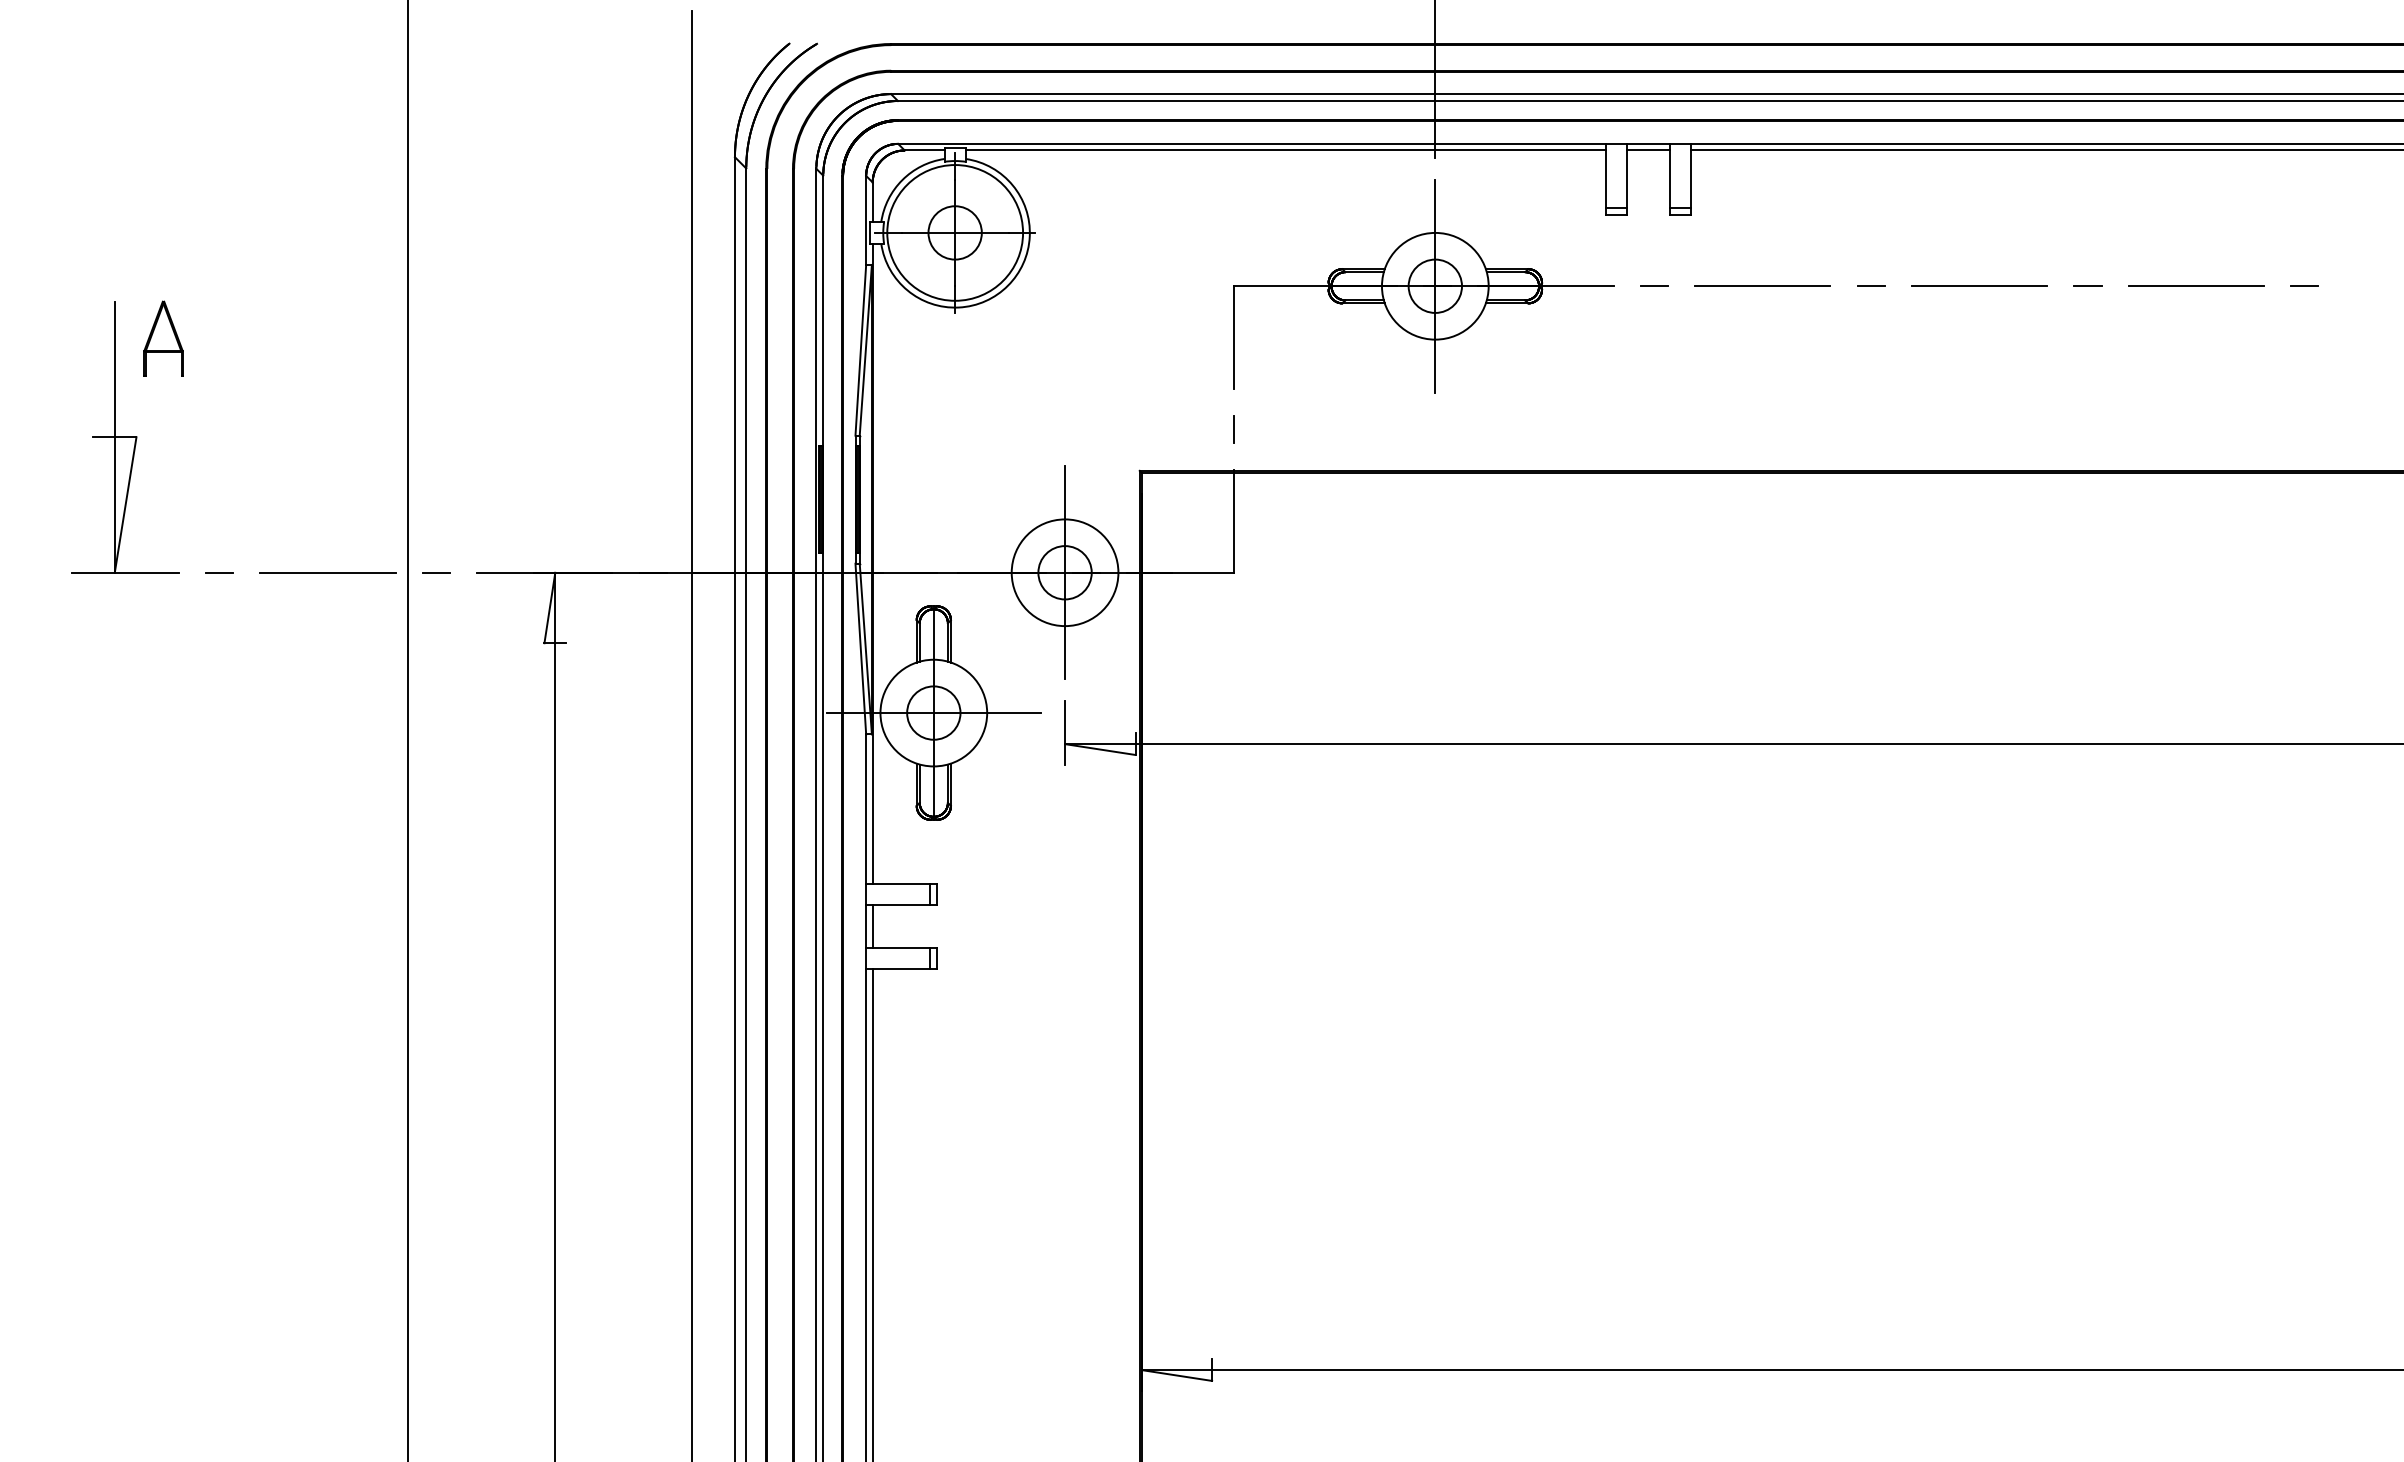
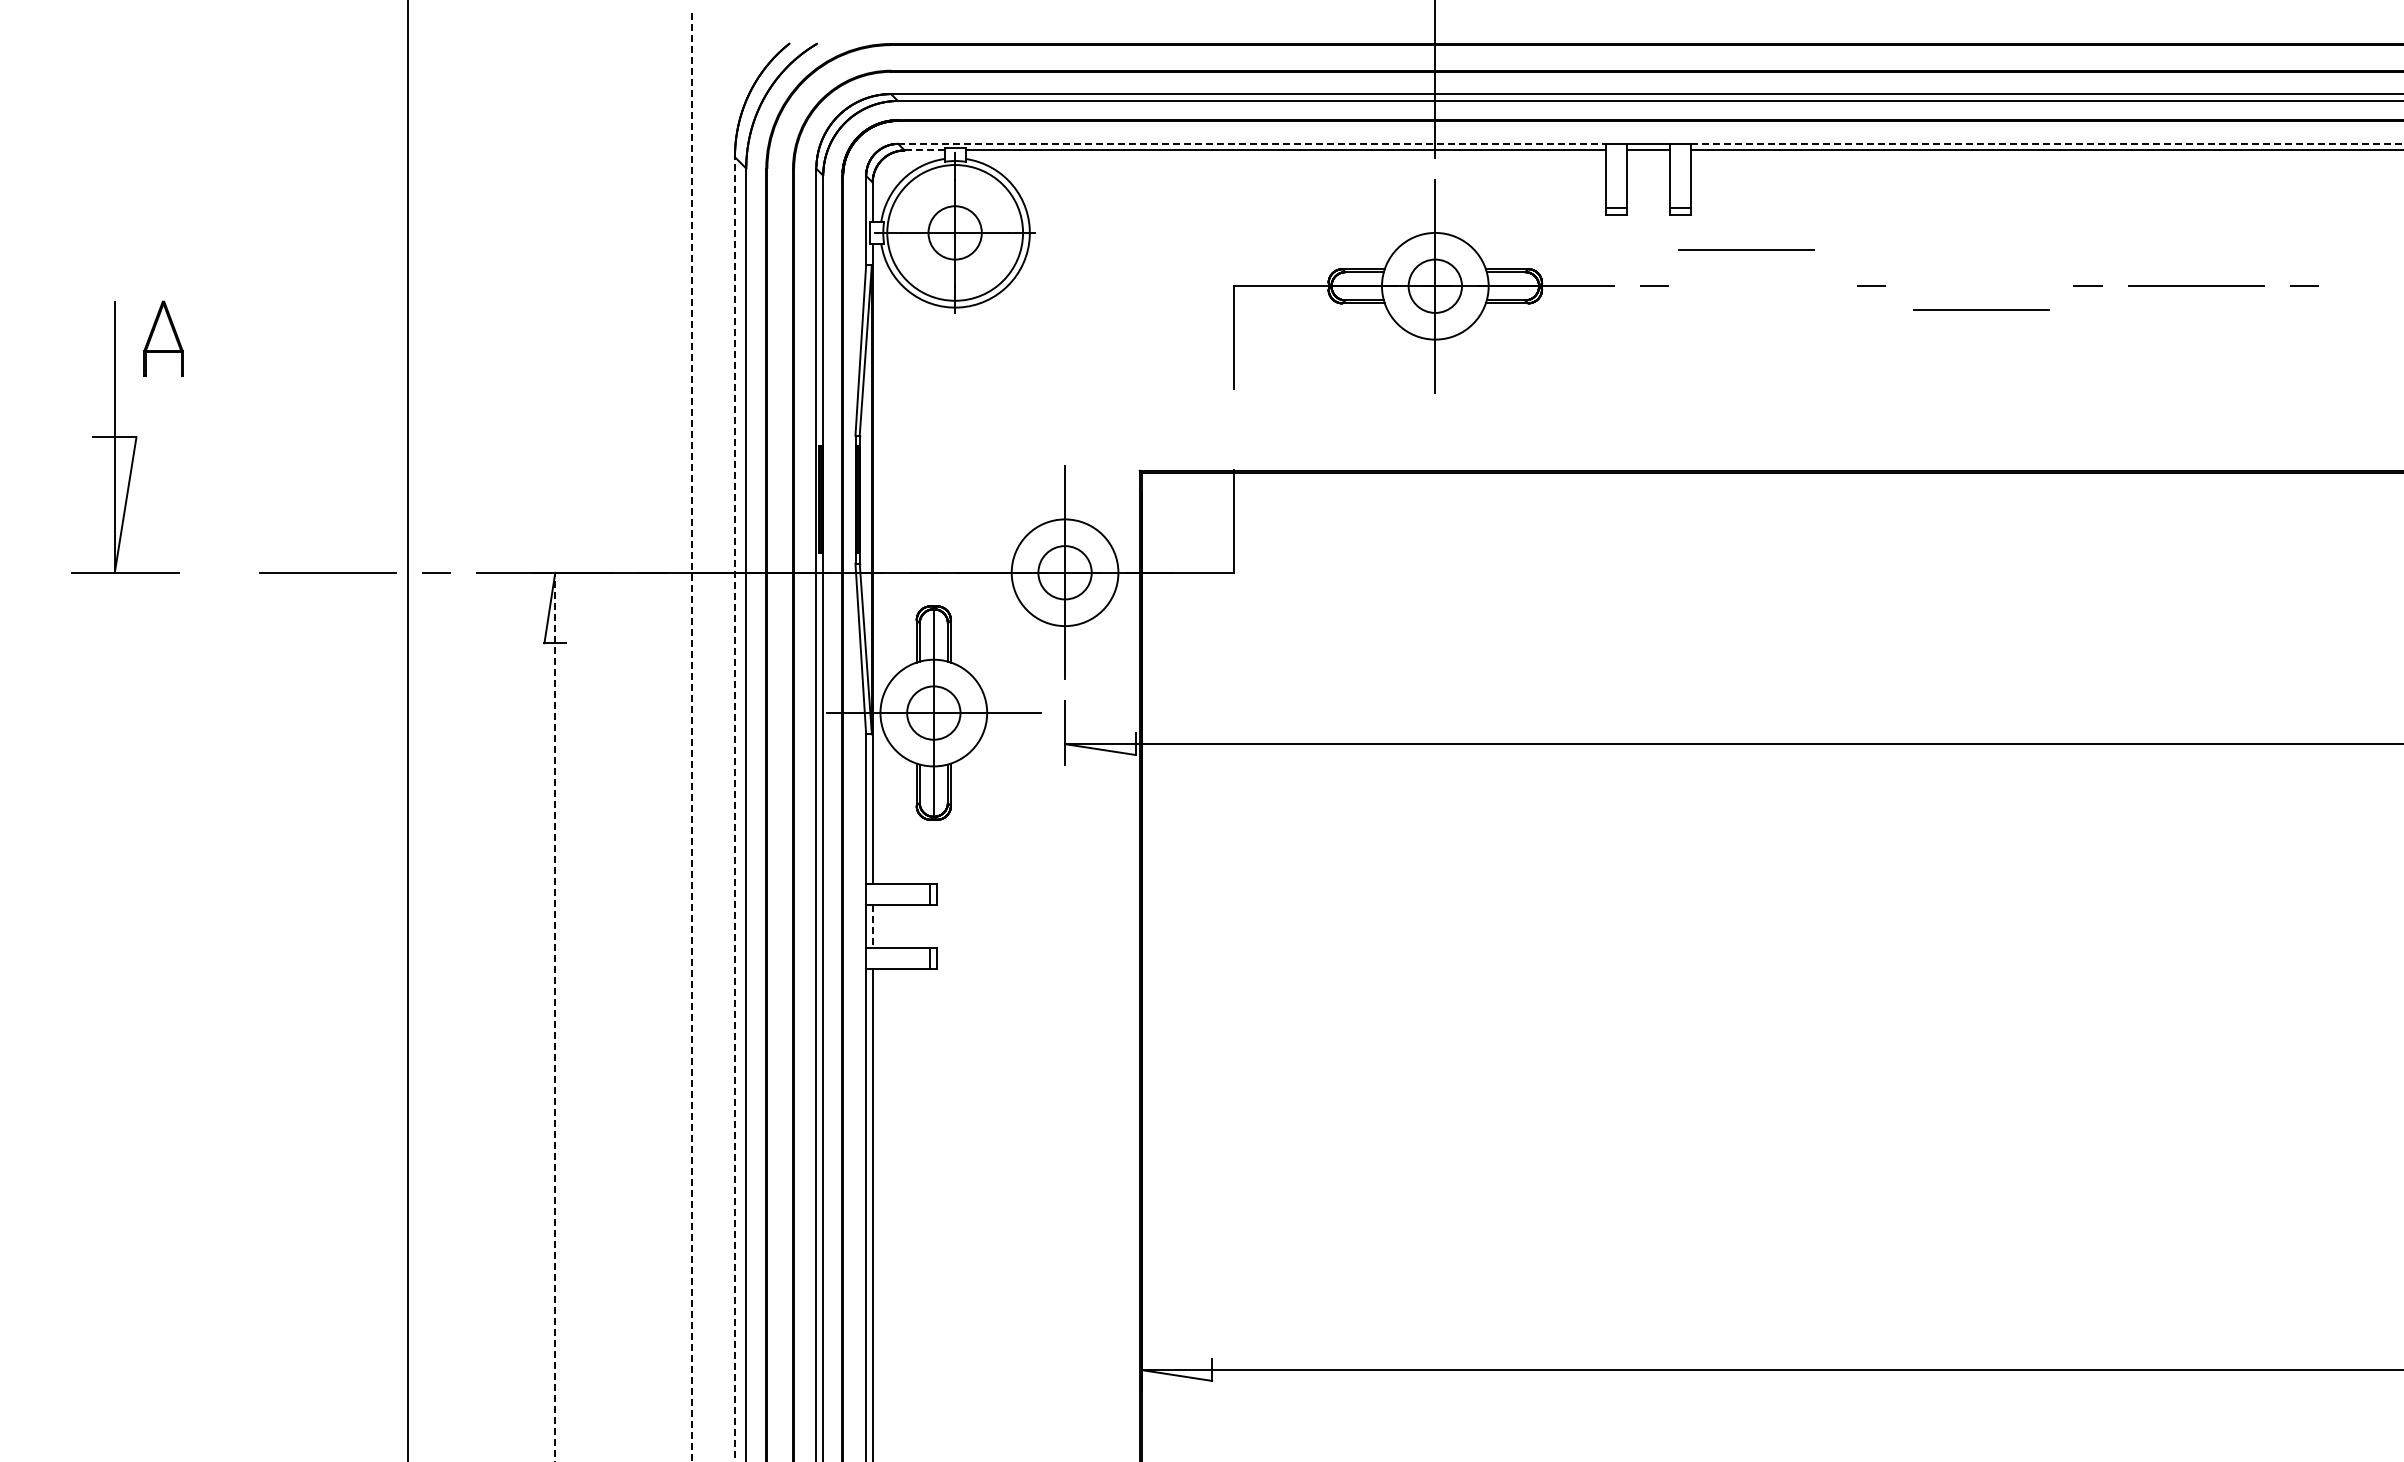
line at (1252, 143): solid -> dashed
line at (2048, 143): solid -> dashed
line at (924, 150): solid -> dashed
line at (1762, 285) position: (1762, 285) -> (1746, 249)
line at (1979, 285) position: (1979, 285) -> (1981, 309)
line at (1234, 429): present -> none
line at (219, 572): present -> none
line at (691, 736): solid -> dashed
line at (734, 809): solid -> dashed
line at (872, 926): solid -> dashed
line at (555, 1016): solid -> dashed
